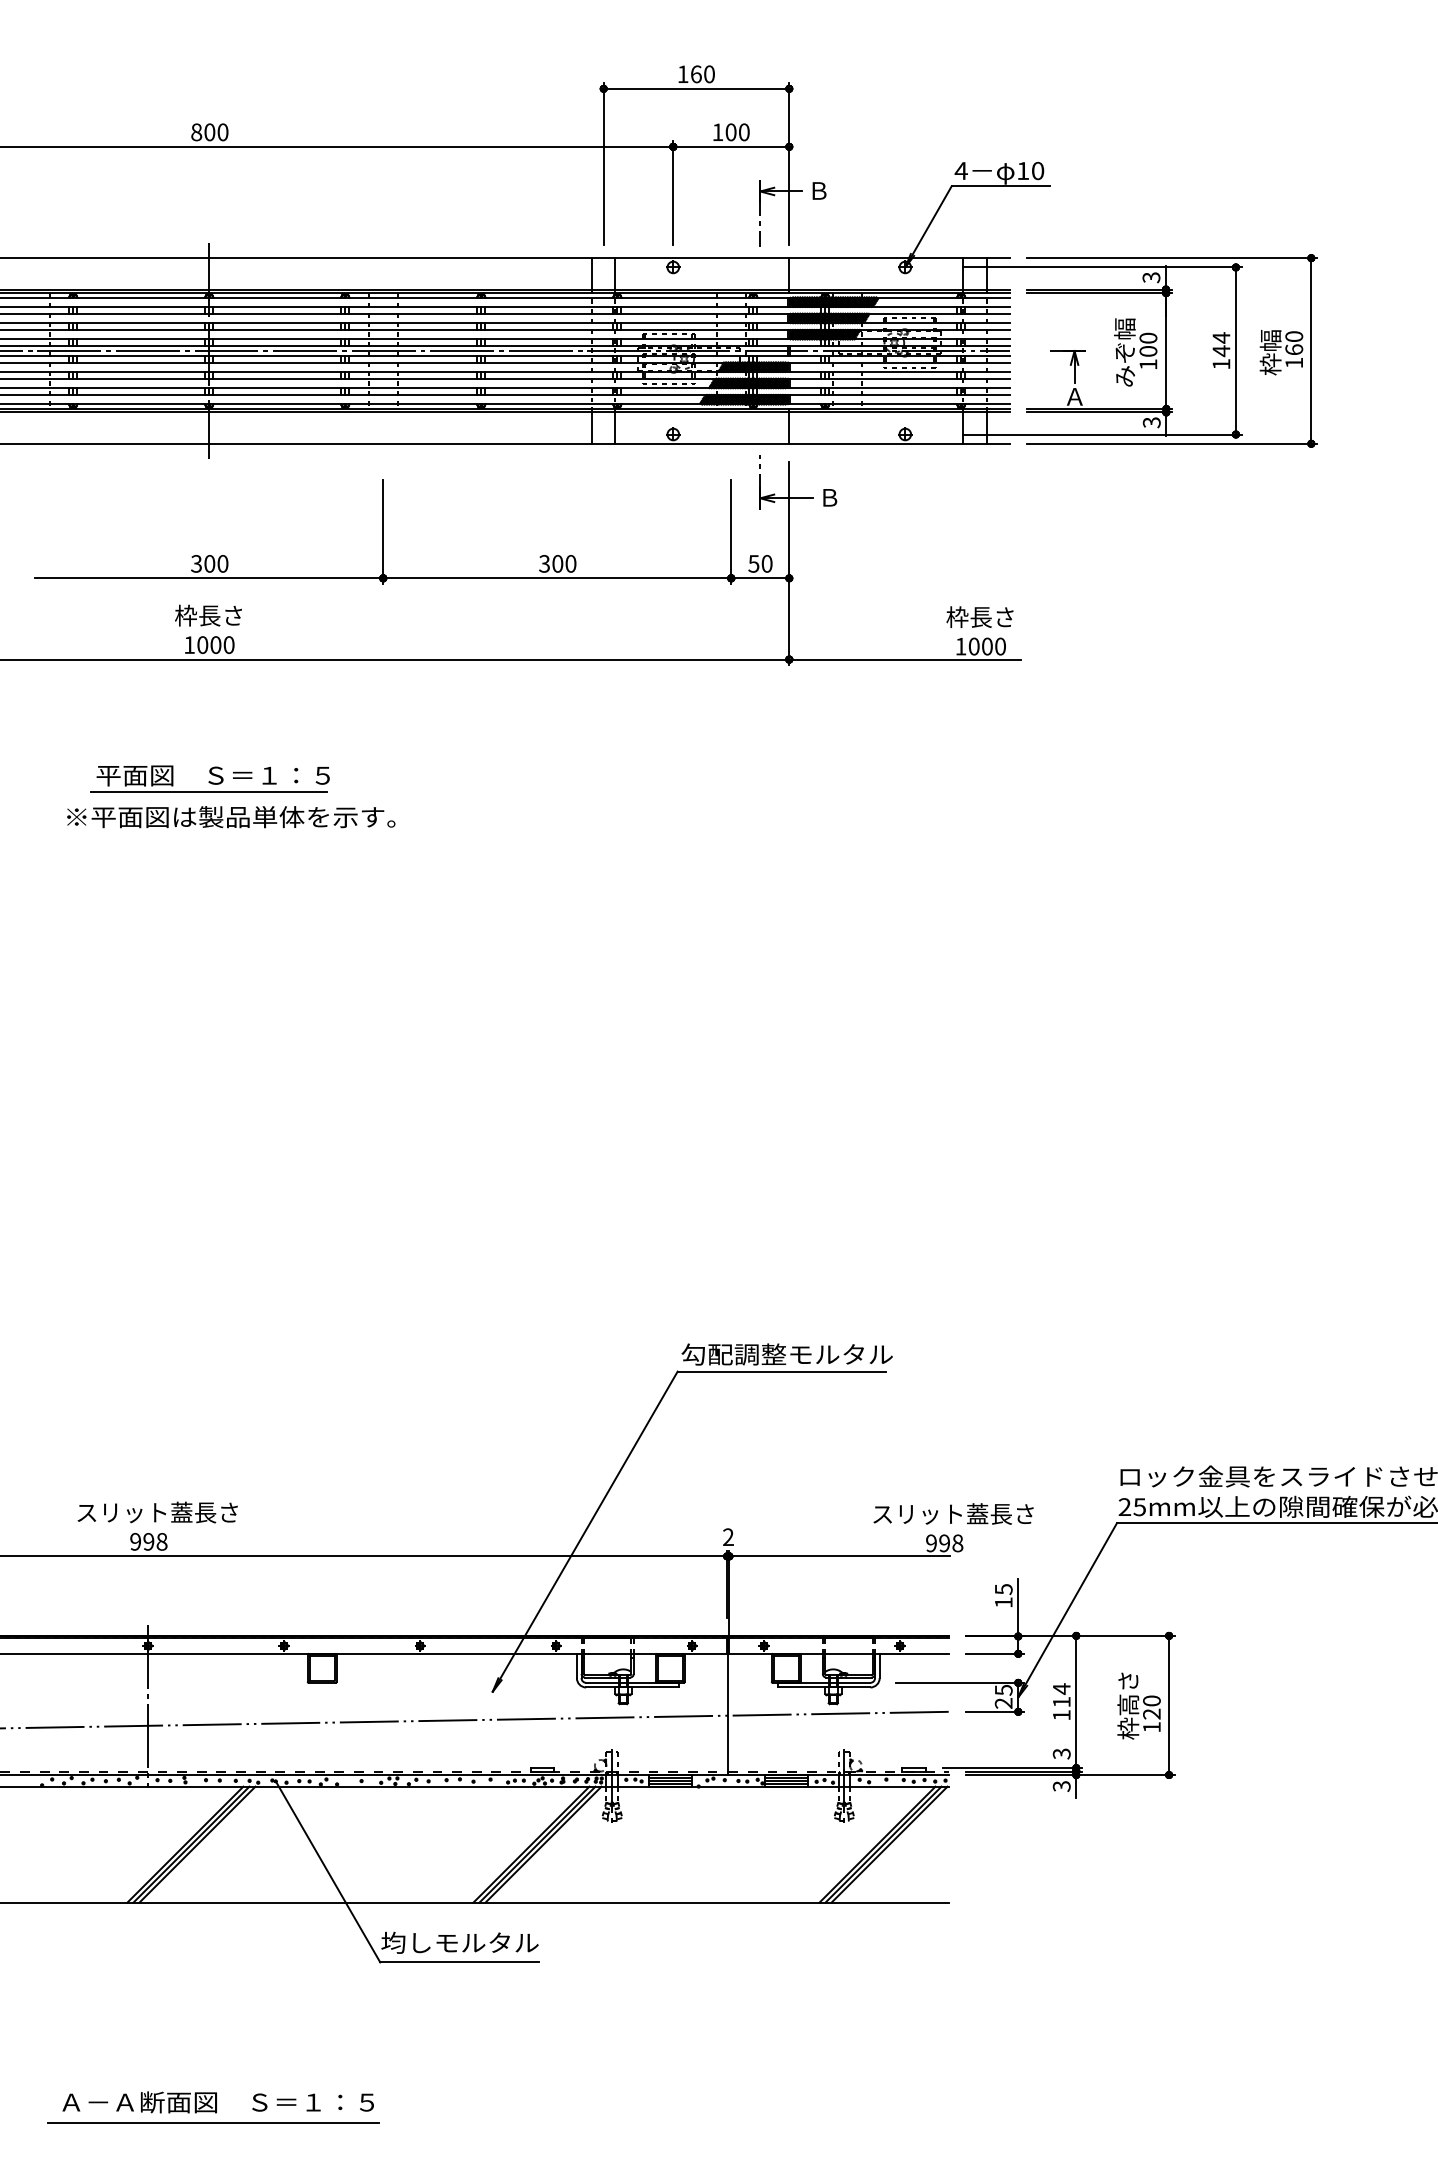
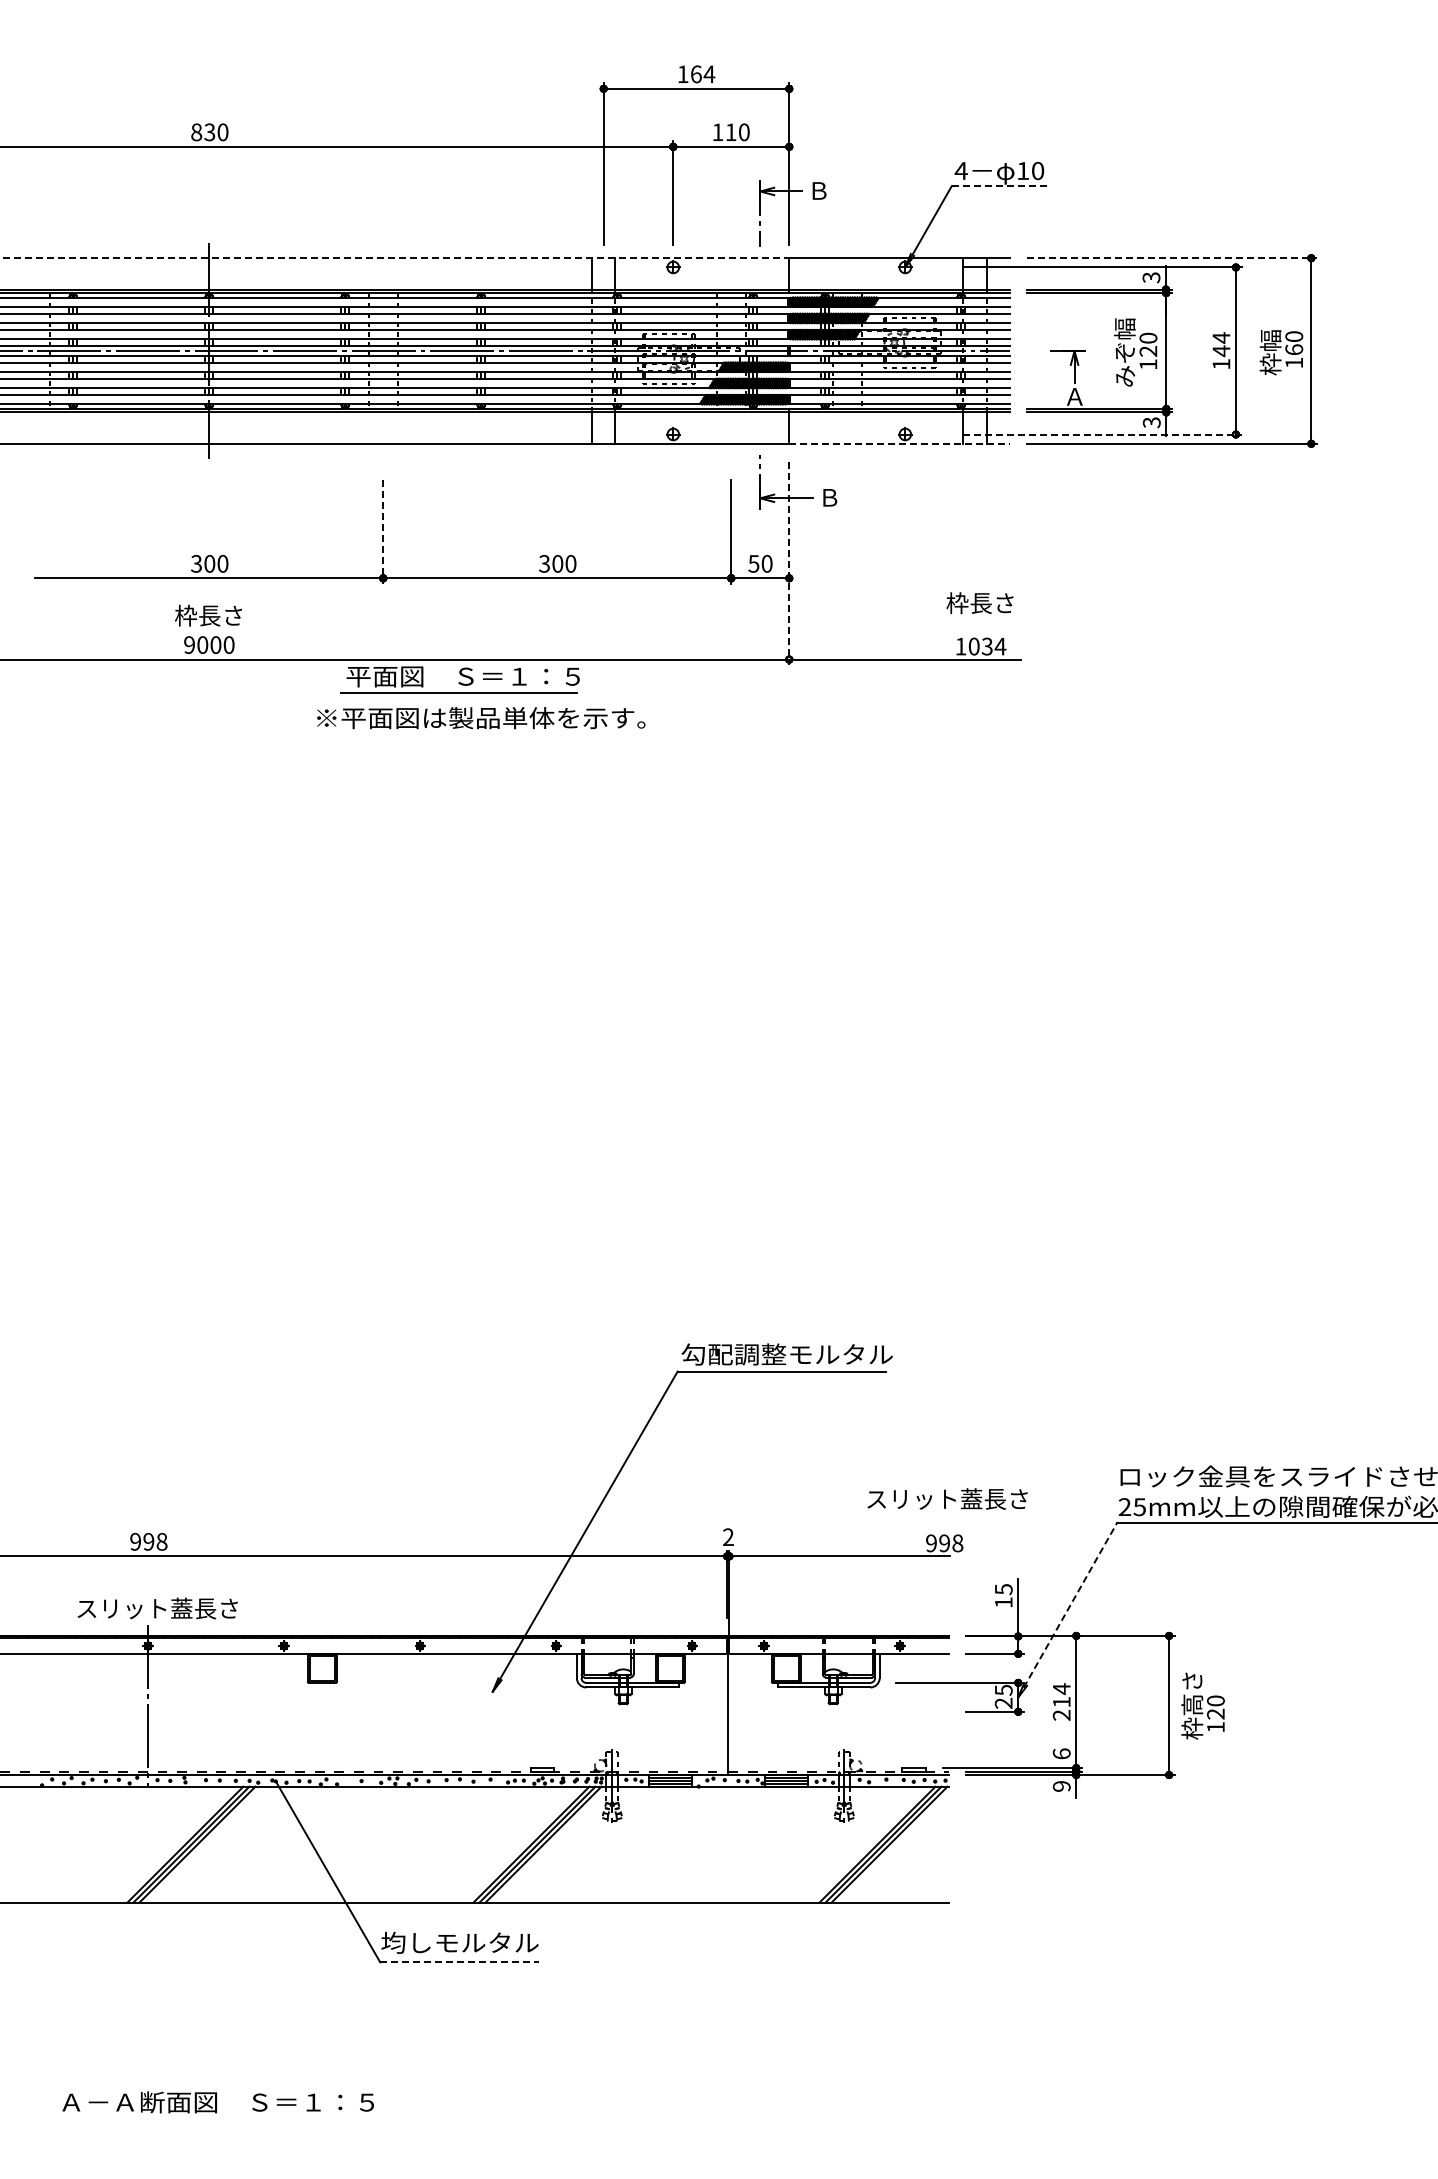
text at (709, 74): 160 -> 164
text at (209, 132): 800 -> 830
text at (730, 132): 100 -> 110
line at (1001, 186): solid -> dashed
line at (395, 258): solid -> dashed
line at (1172, 258): solid -> dashed
text at (1148, 351): 100 -> 120
line at (1103, 434): solid -> dashed
line at (900, 443): solid -> dashed
line at (383, 532): solid -> dashed
line at (789, 563): solid -> dashed
text at (979, 616) position: (979, 616) -> (979, 602)
text at (189, 645): 1000 -> 9000
text at (993, 646): 1000 -> 1034
part at (231, 796) position: (231, 796) -> (481, 697)
text at (157, 1512) position: (157, 1512) -> (157, 1608)
text at (953, 1513) position: (953, 1513) -> (947, 1498)
line at (1067, 1609): solid -> dashed
text at (1138, 1705) position: (1138, 1705) -> (1202, 1705)
text at (1061, 1715): 114 -> 214
line at (475, 1719): present -> none
text at (1061, 1753): 3 -> 6
text at (1061, 1786): 3 -> 9
line at (460, 1962): solid -> dashed
line at (212, 2123): present -> none
